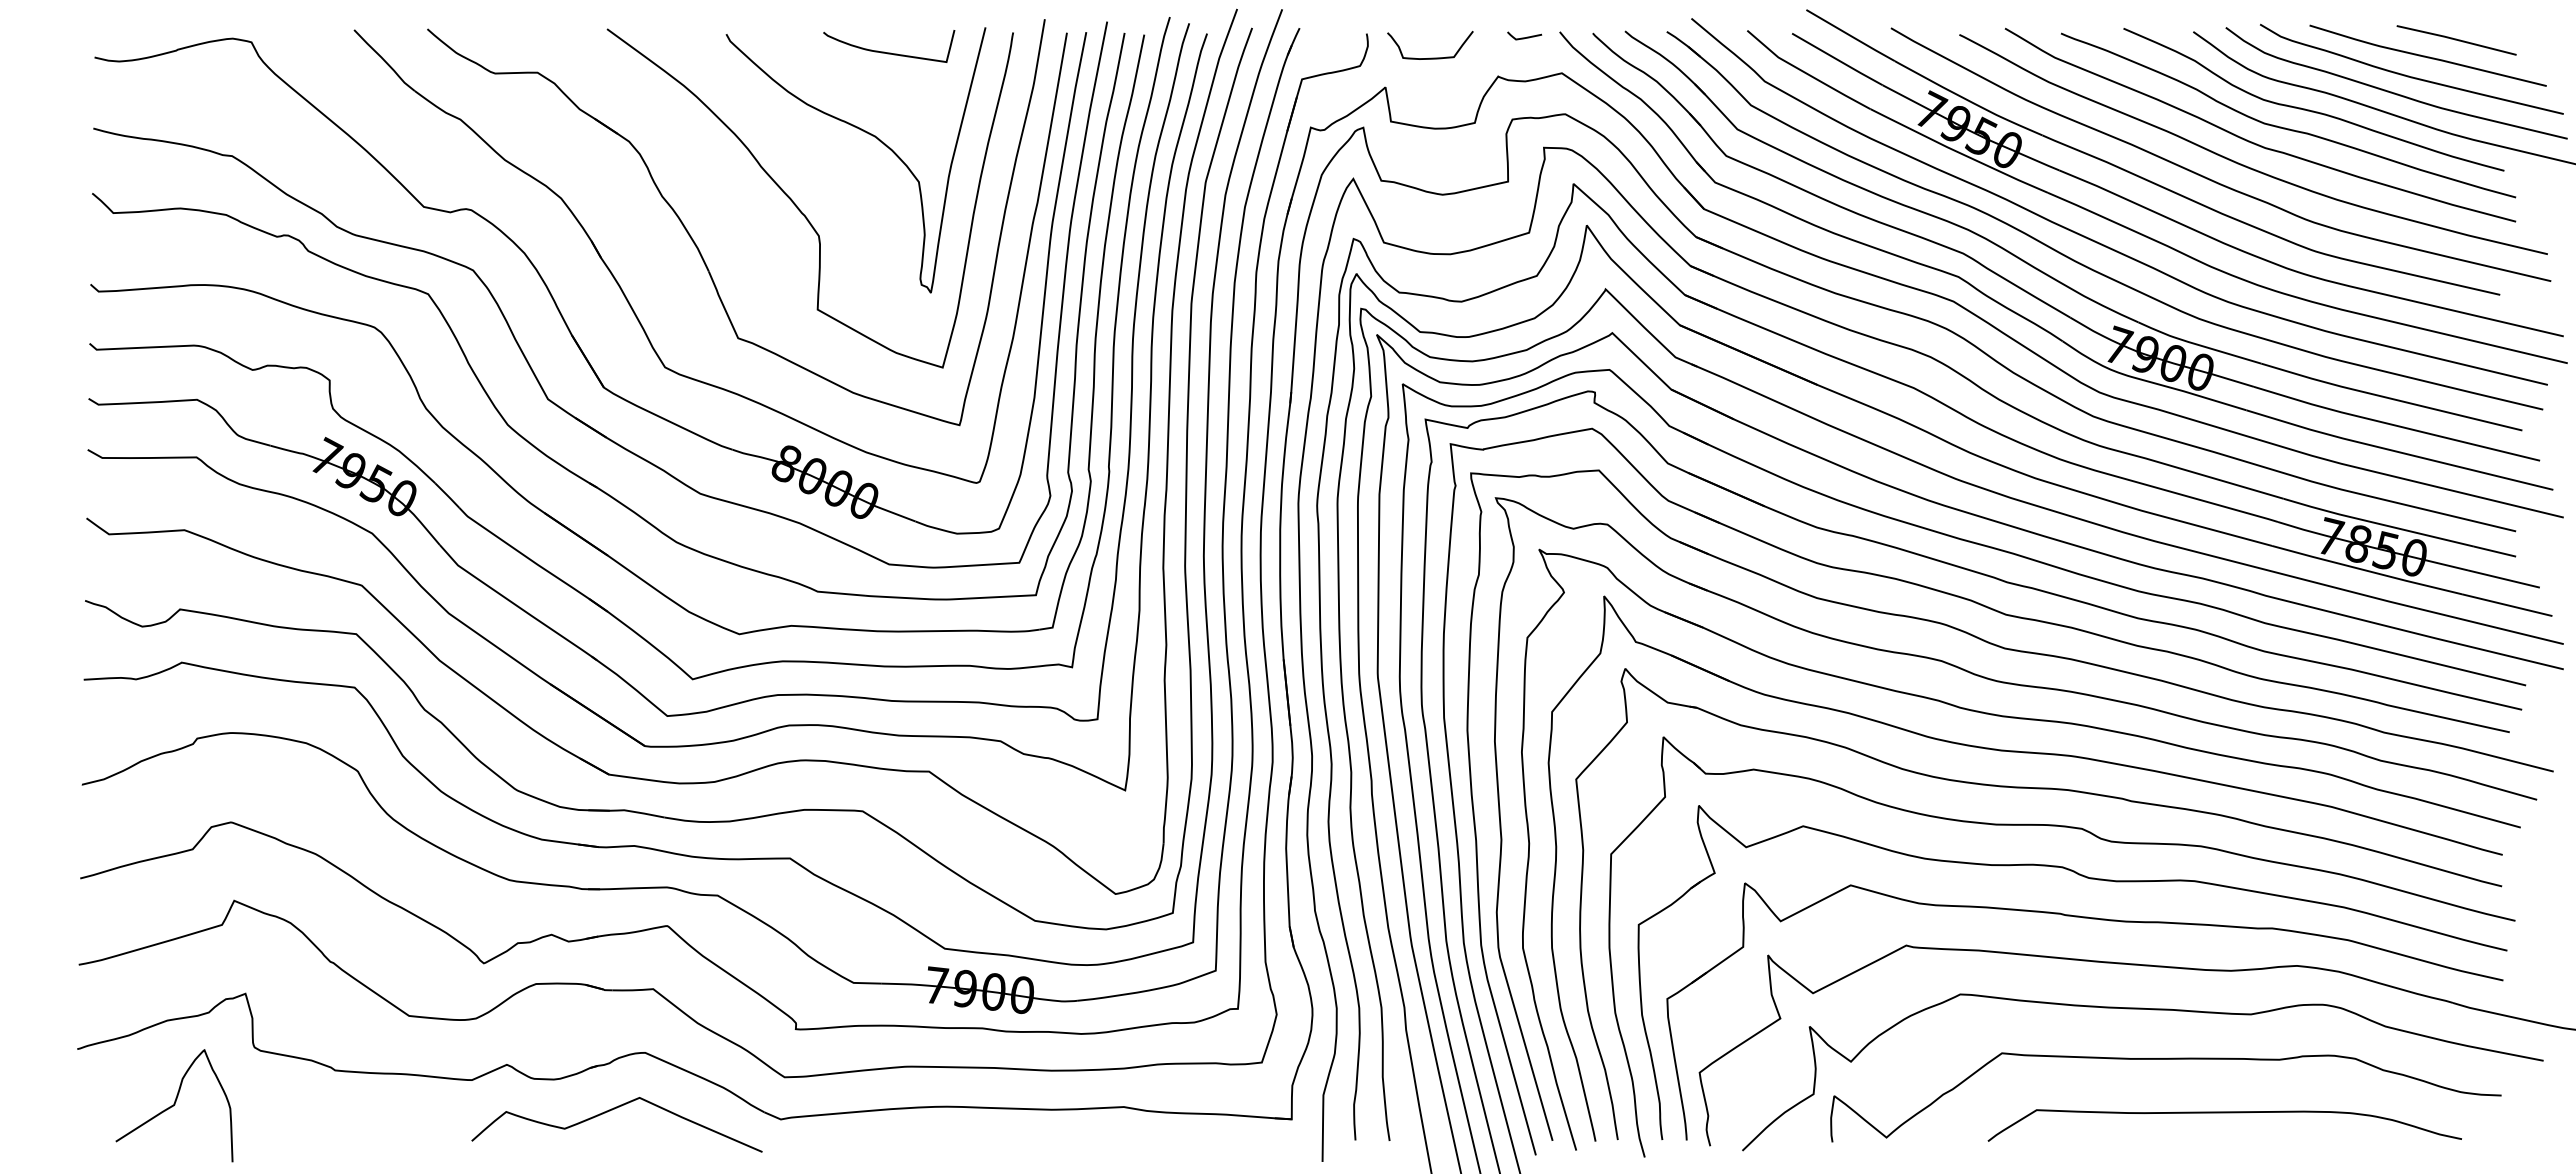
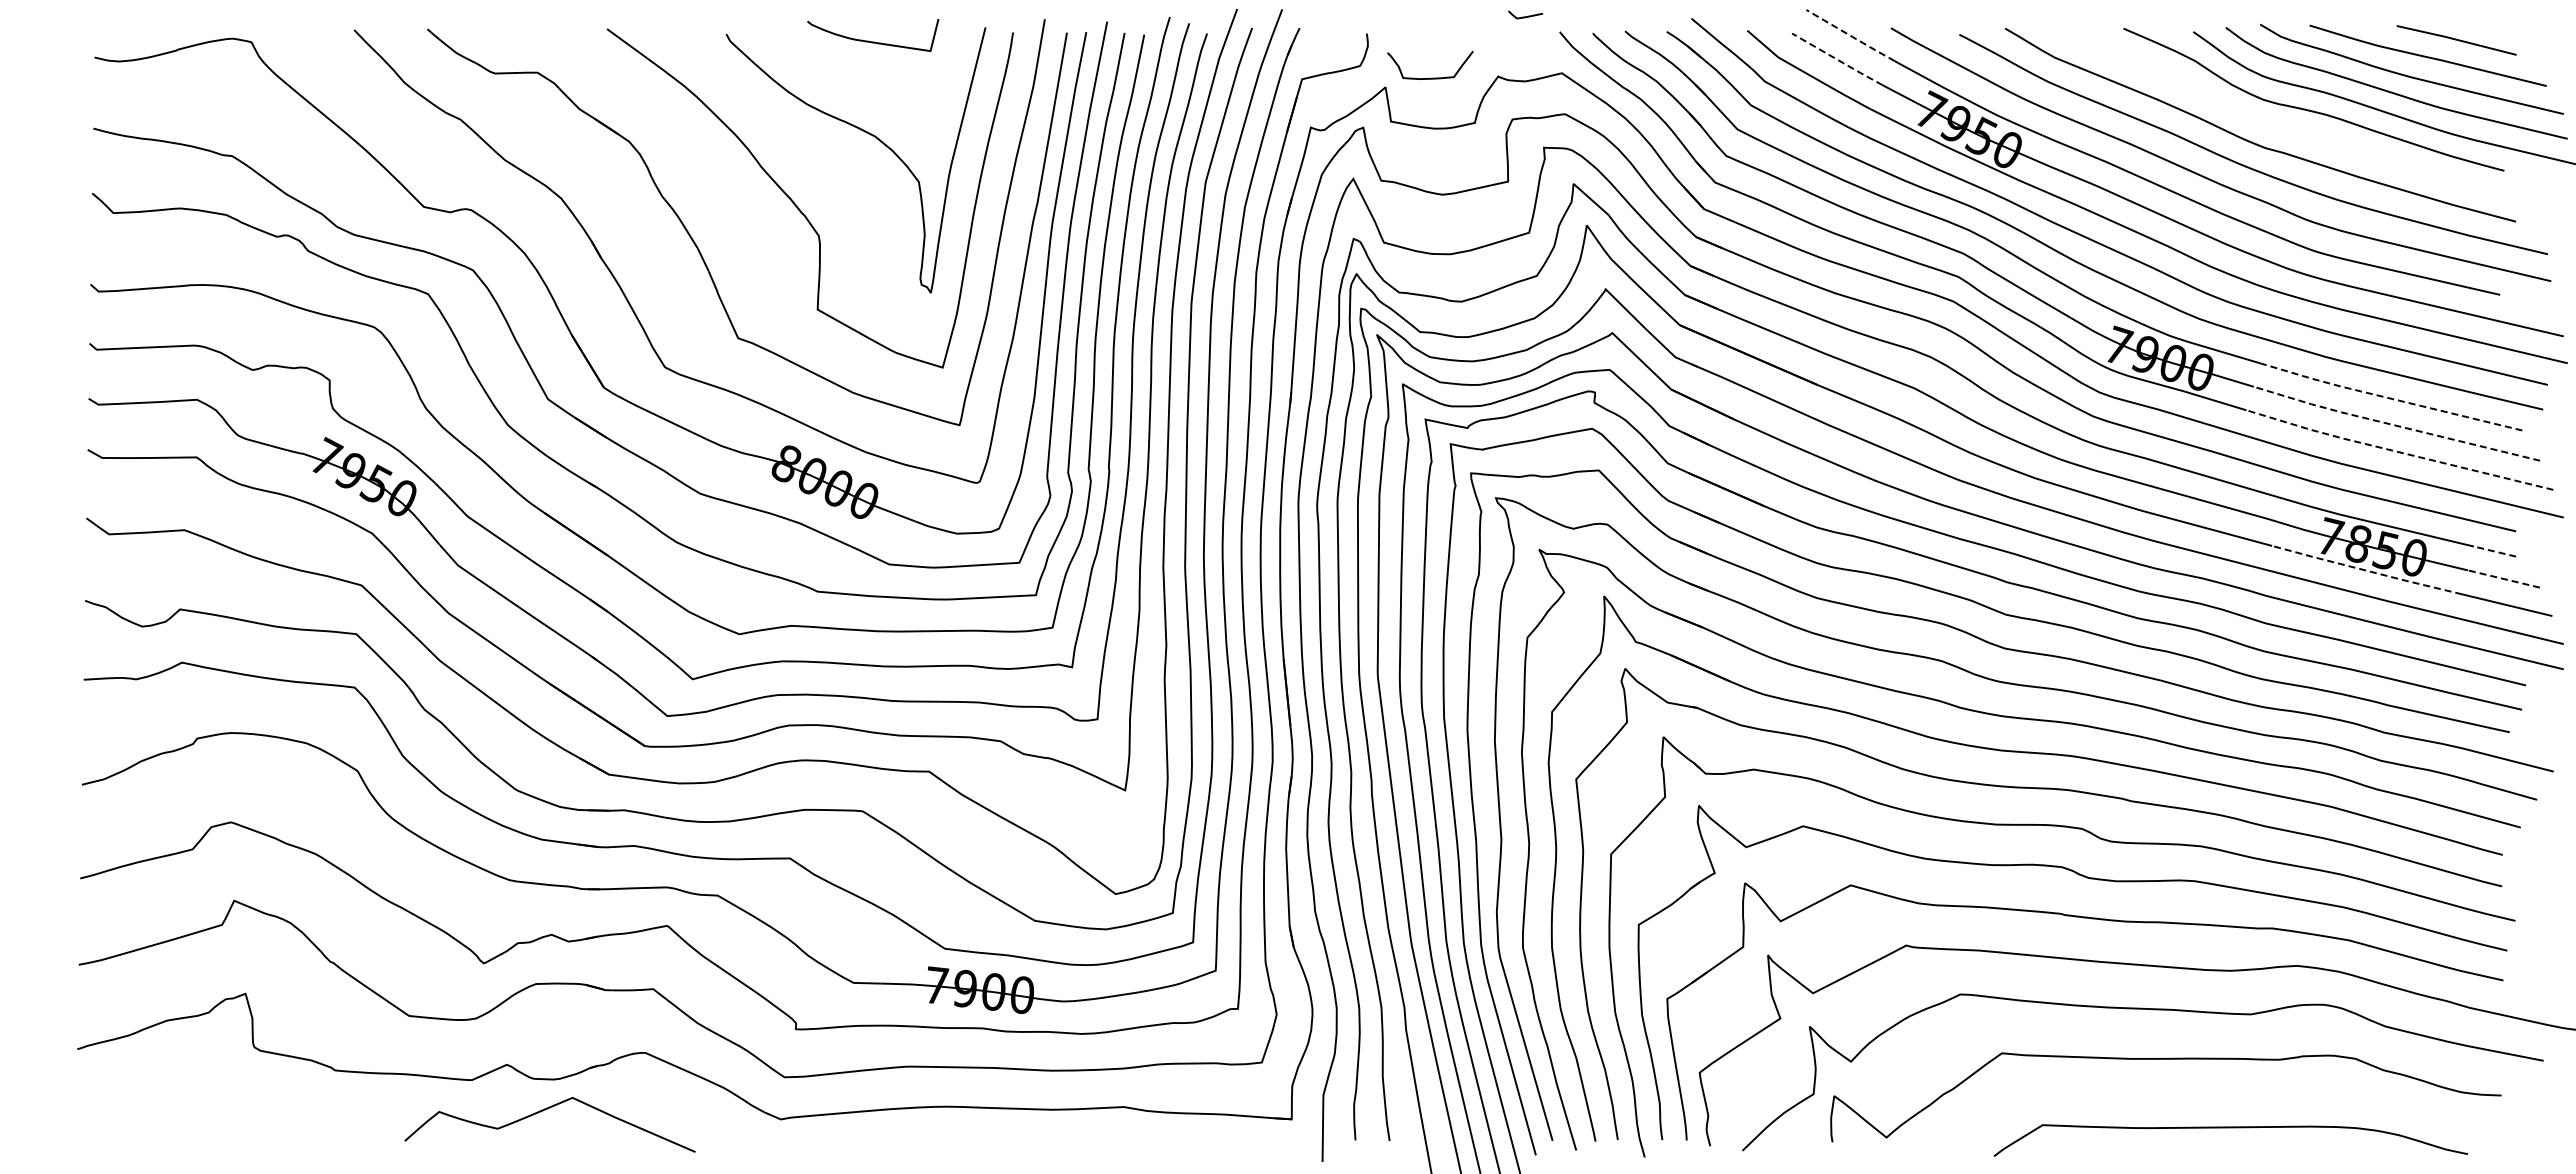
line at (1850, 35): solid -> dashed
curve at (1524, 37) position: (1524, 37) -> (1525, 16)
curve at (889, 52) position: (889, 52) -> (873, 41)
curve at (1430, 57) position: (1430, 57) -> (1430, 77)
line at (1837, 59): solid -> dashed
curve at (2285, 127): present -> none
line at (2389, 398): solid -> dashed
line at (2394, 425): solid -> dashed
line at (2397, 451): solid -> dashed
line at (2494, 551): solid -> dashed
line at (2366, 570): solid -> dashed
line at (2503, 579): solid -> dashed
curve at (174, 1105): present -> none
curve at (610, 1111) position: (610, 1111) -> (543, 1111)
curve at (2224, 1113) position: (2224, 1113) -> (2230, 1128)
